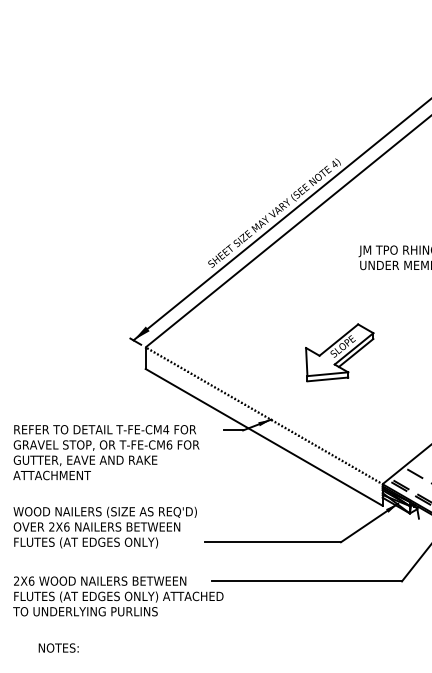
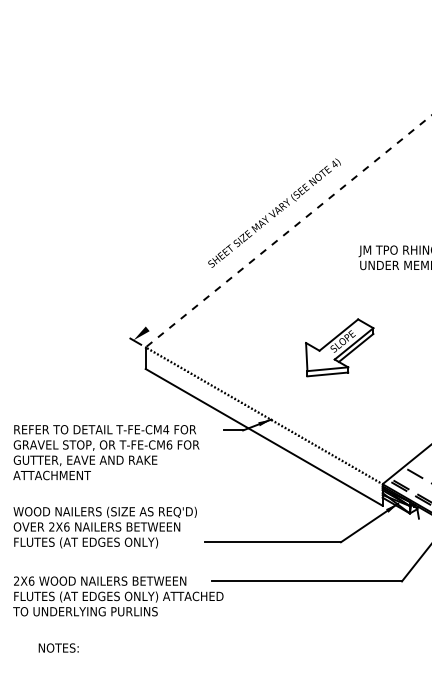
line at (280, 220): present -> none
line at (289, 230): solid -> dashed
part at (339, 352) position: (339, 352) -> (339, 347)
